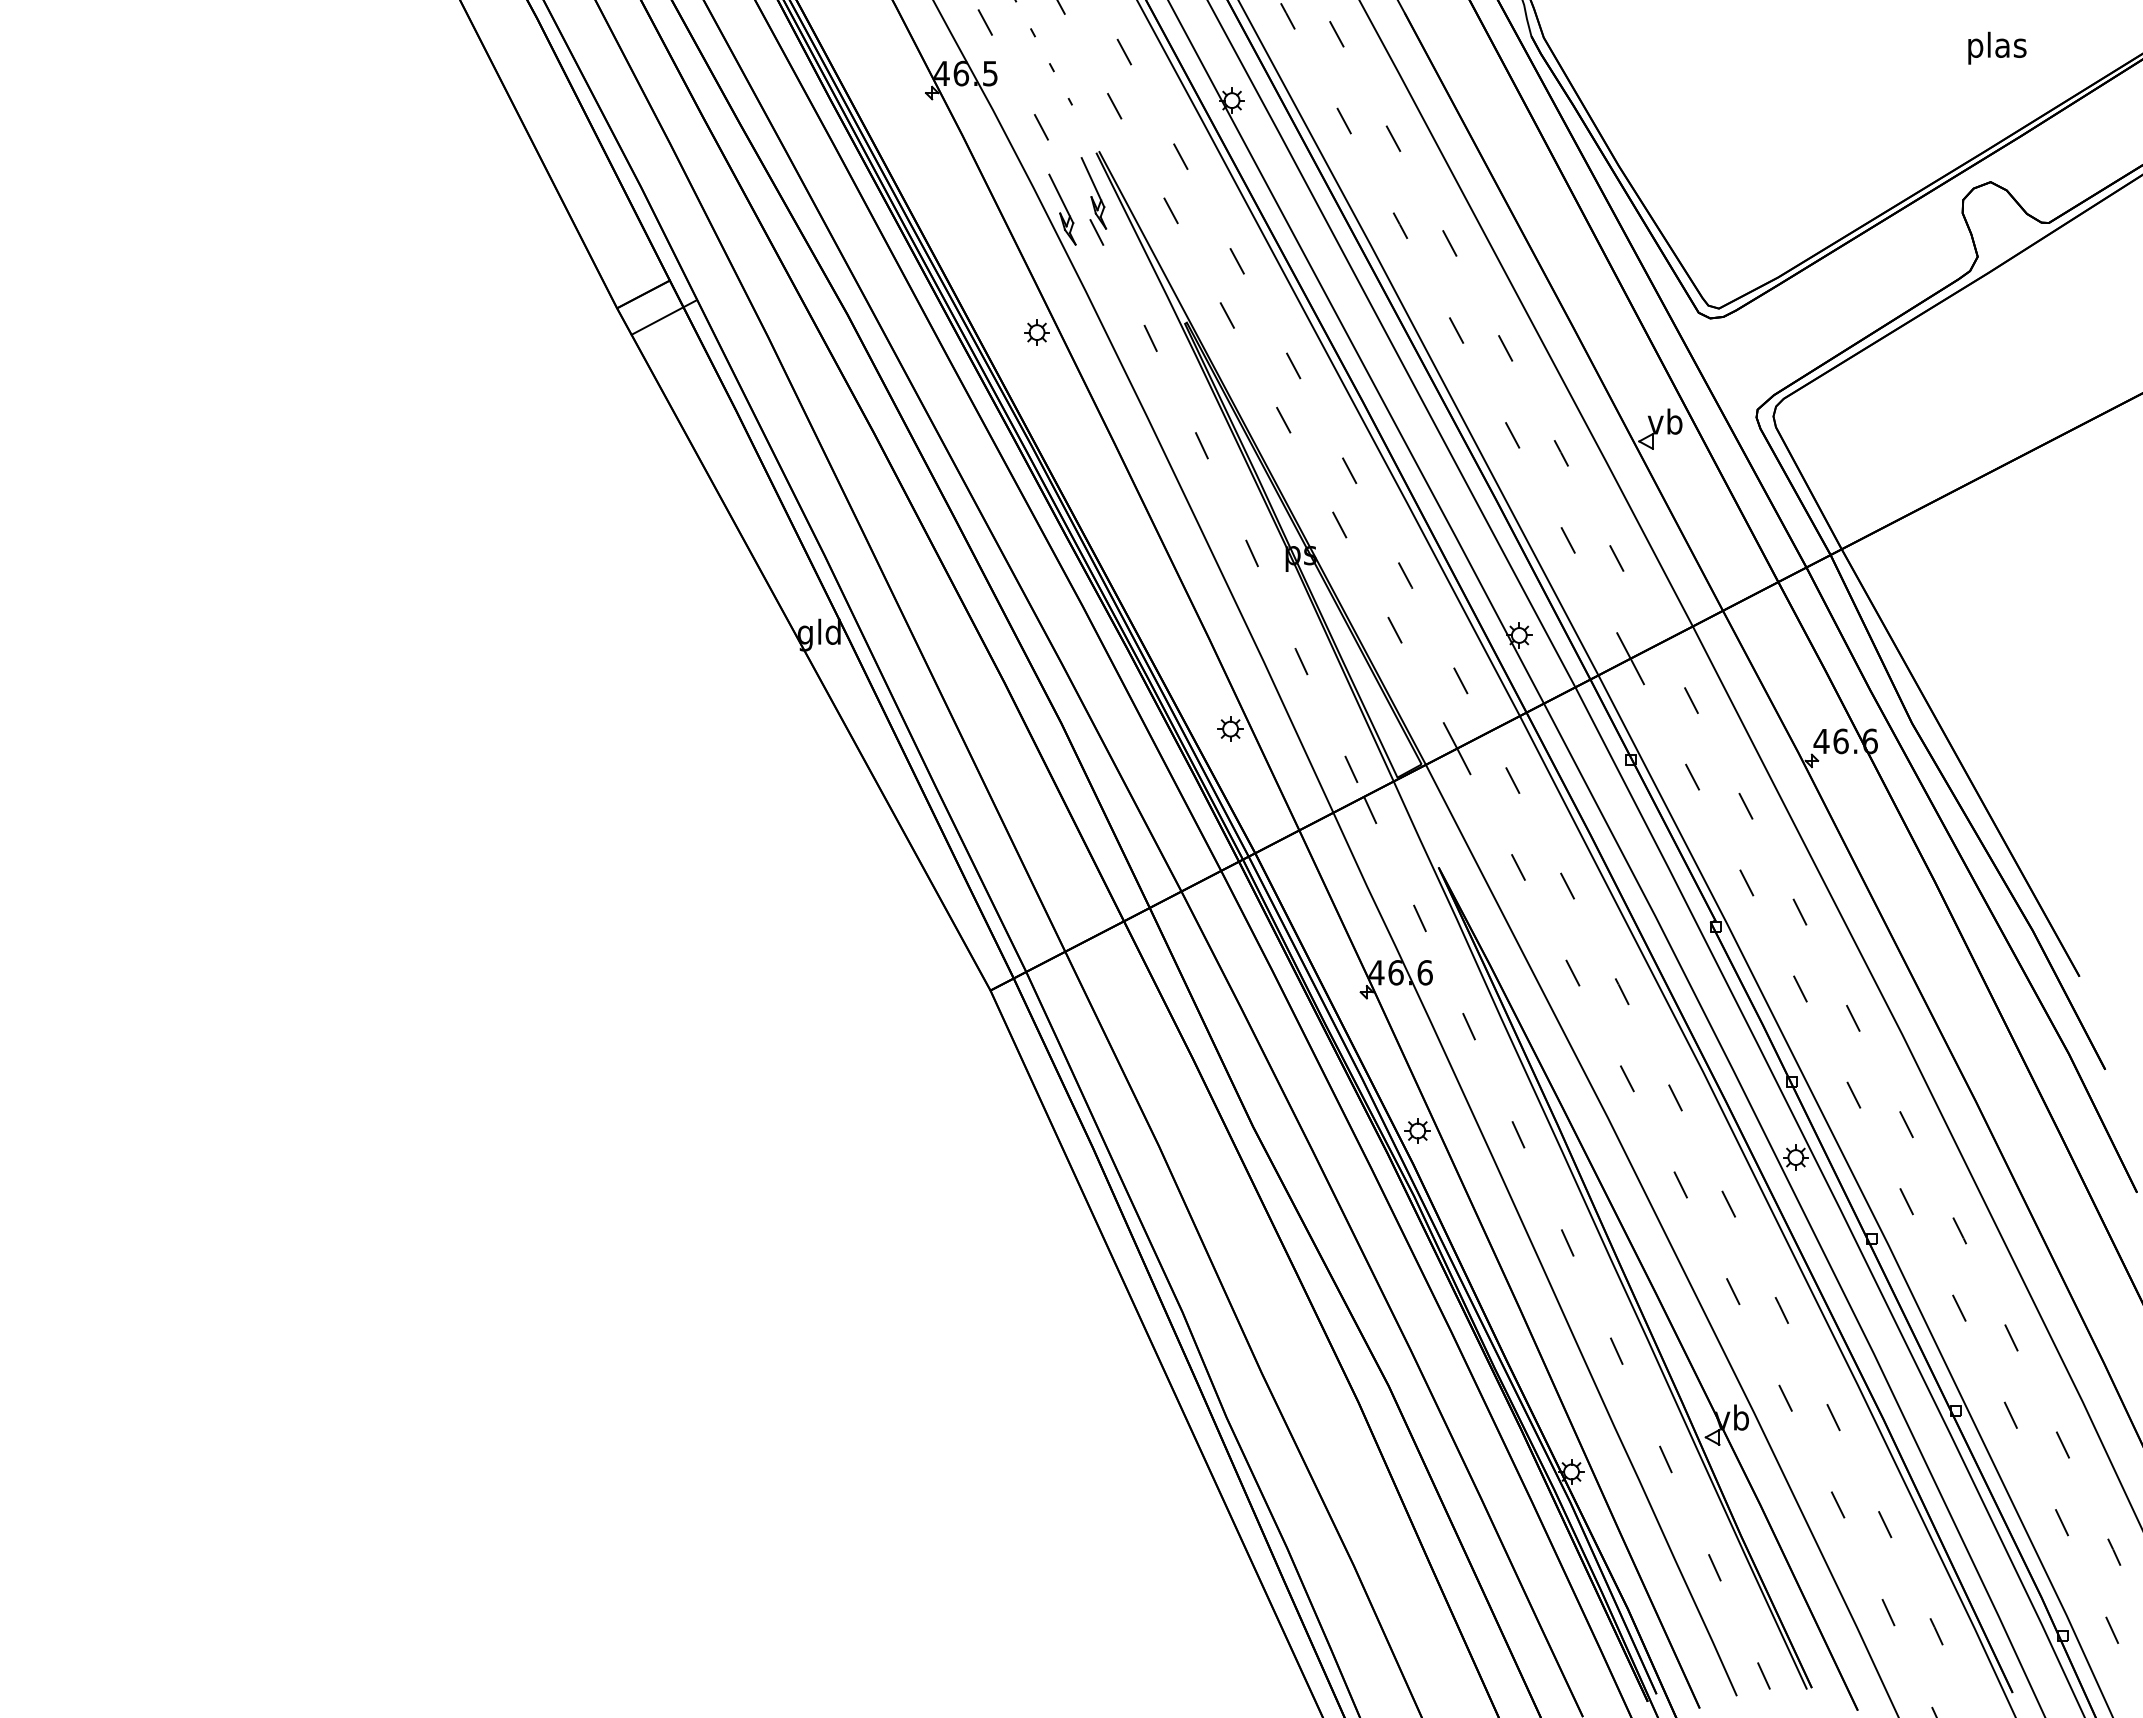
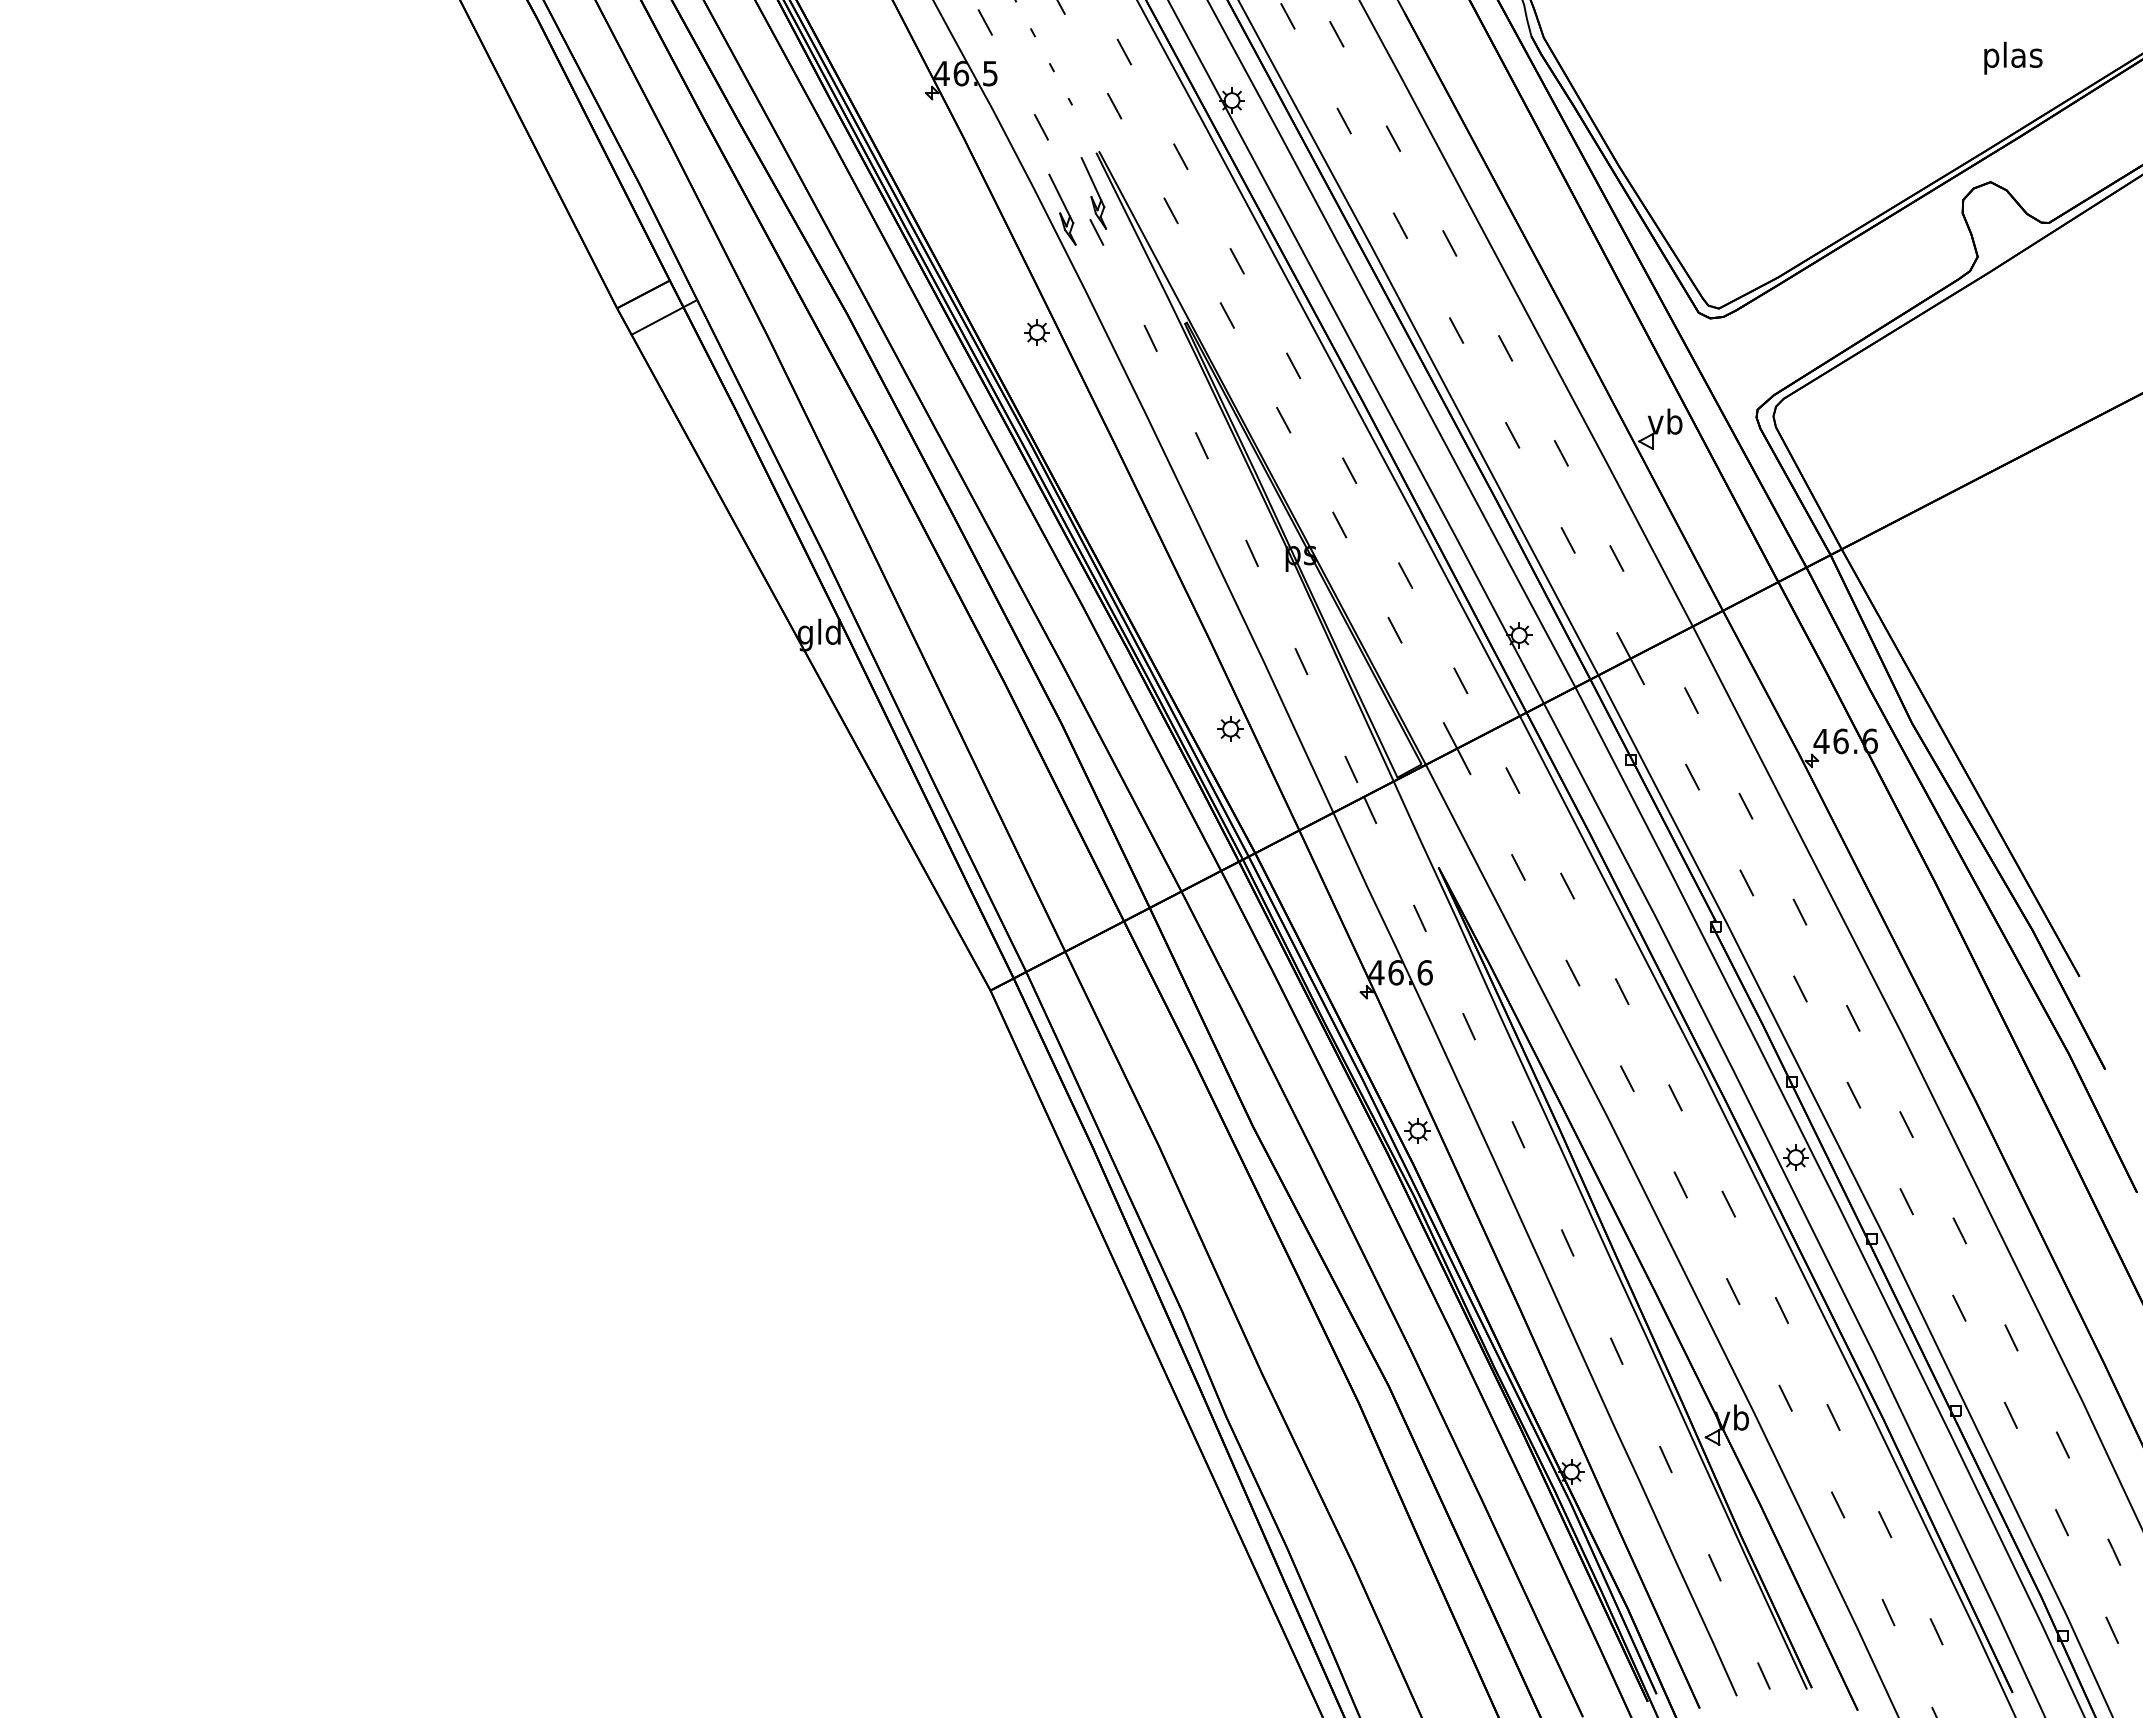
text at (1997, 47) position: (1997, 47) -> (2013, 57)
